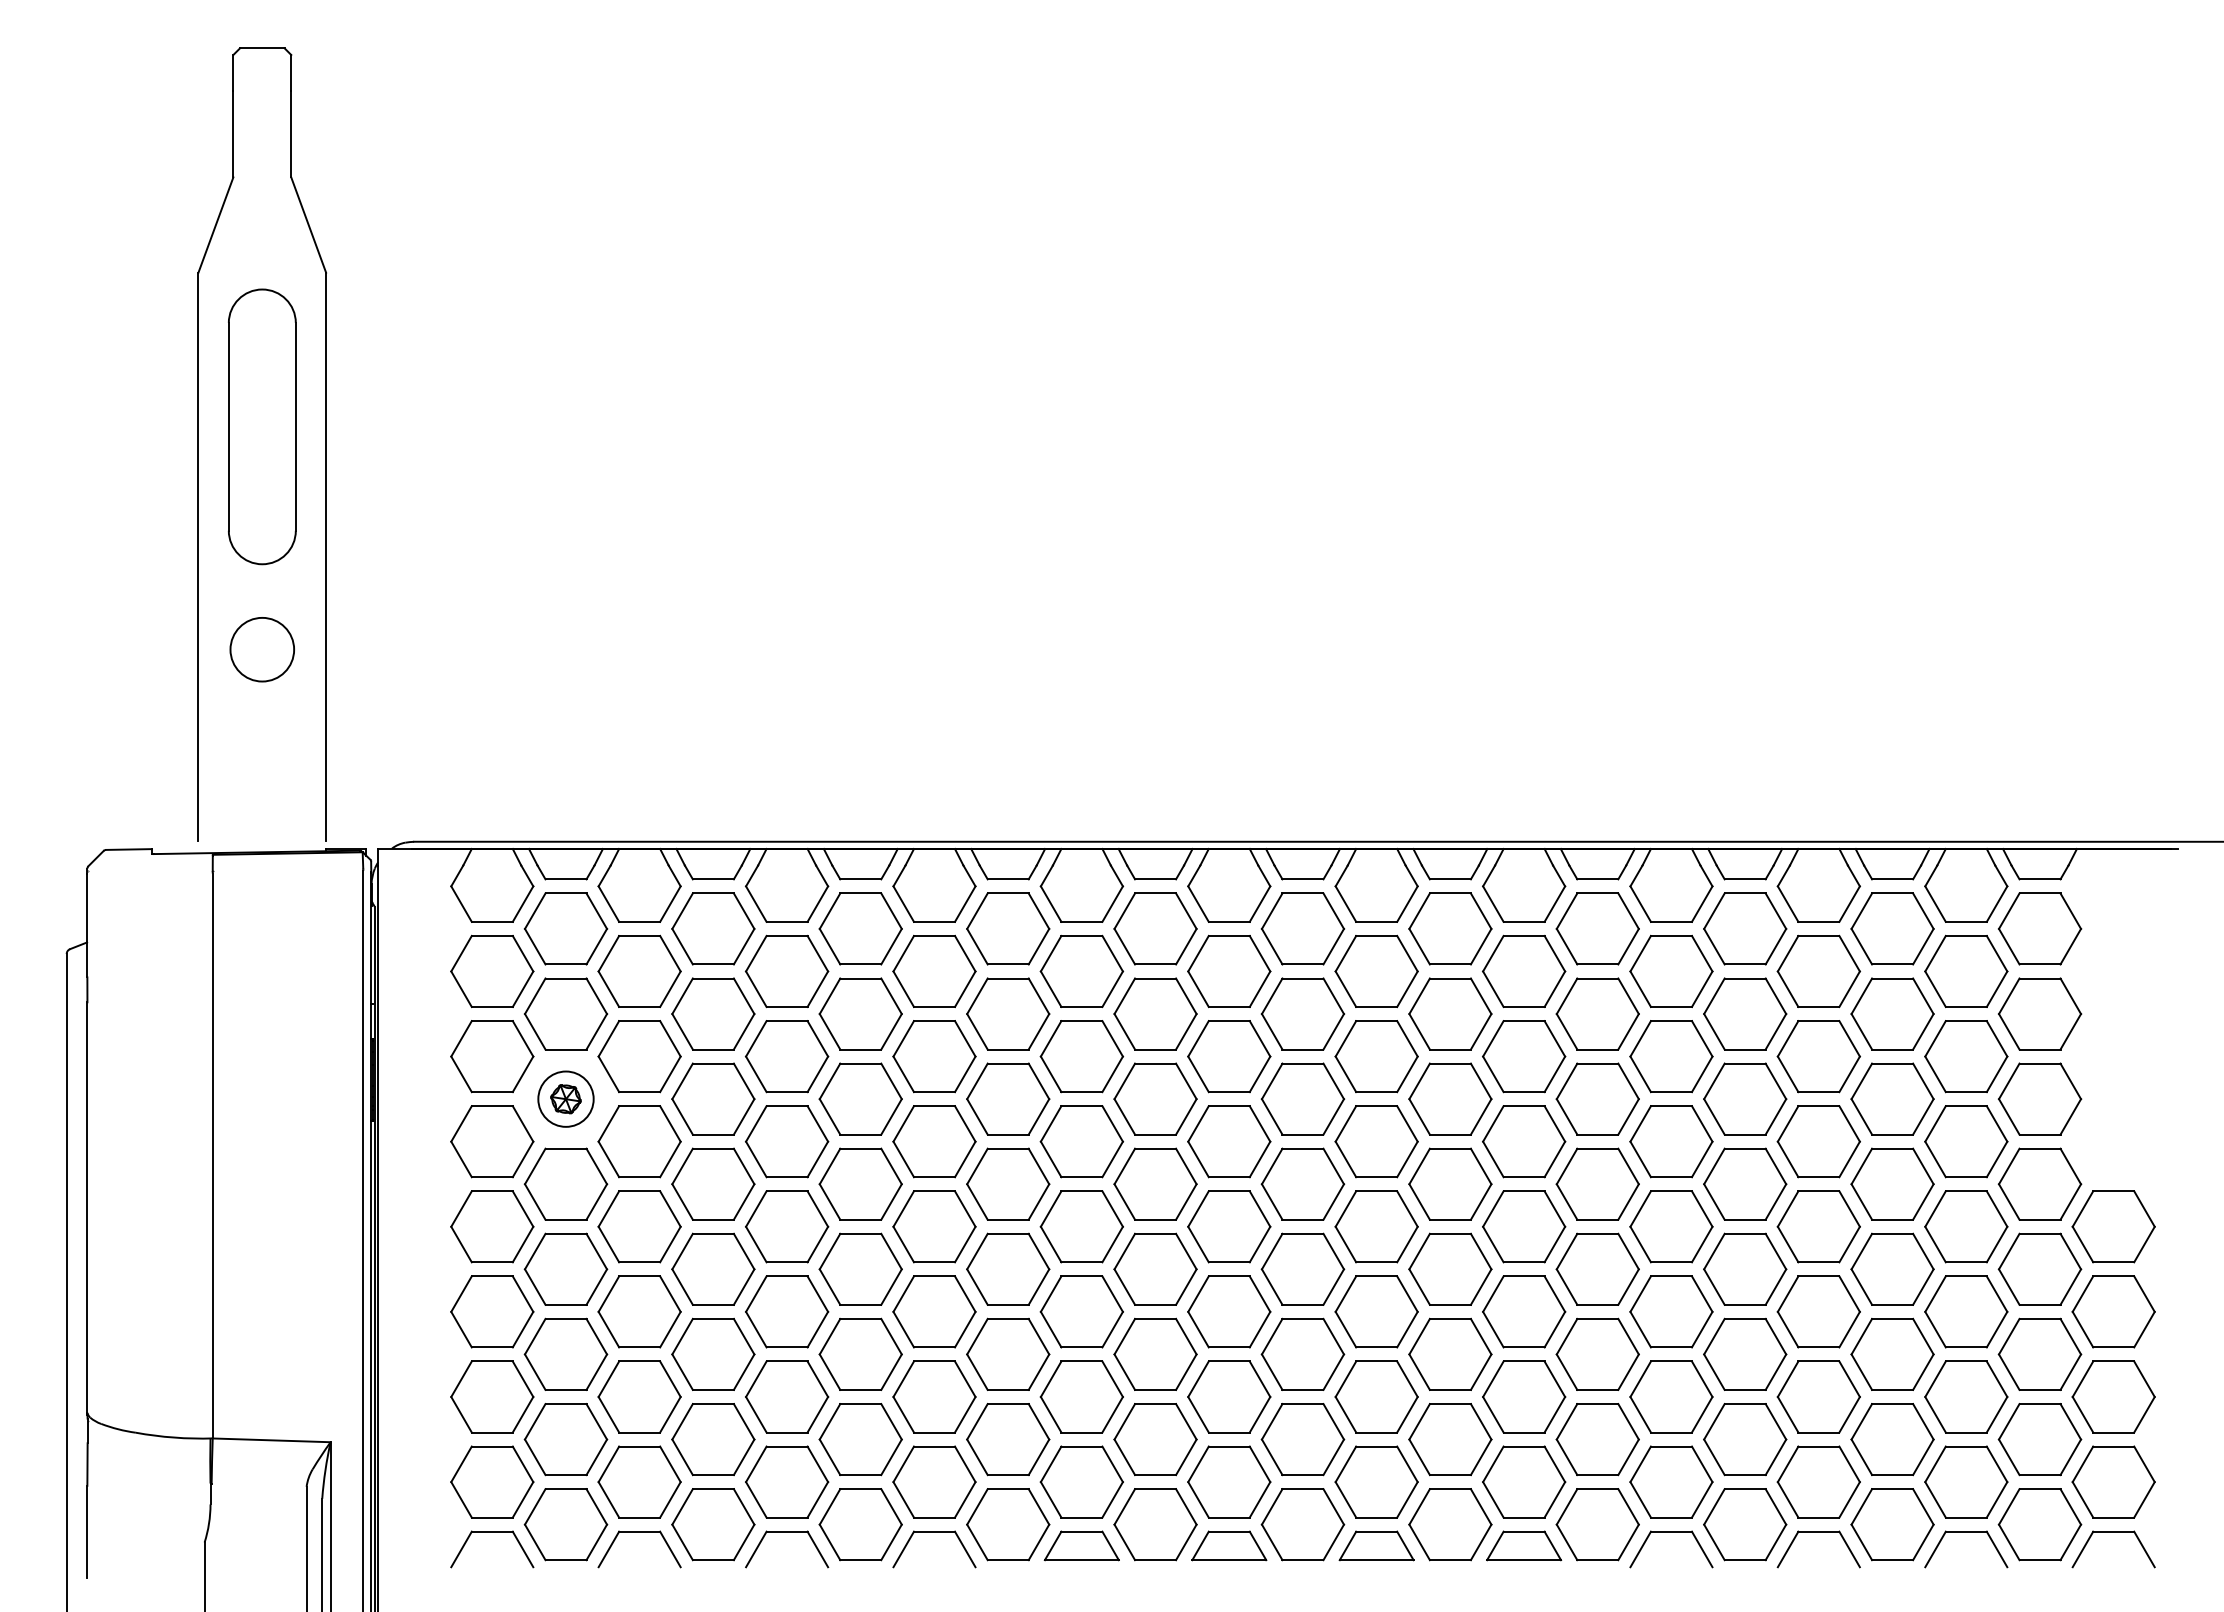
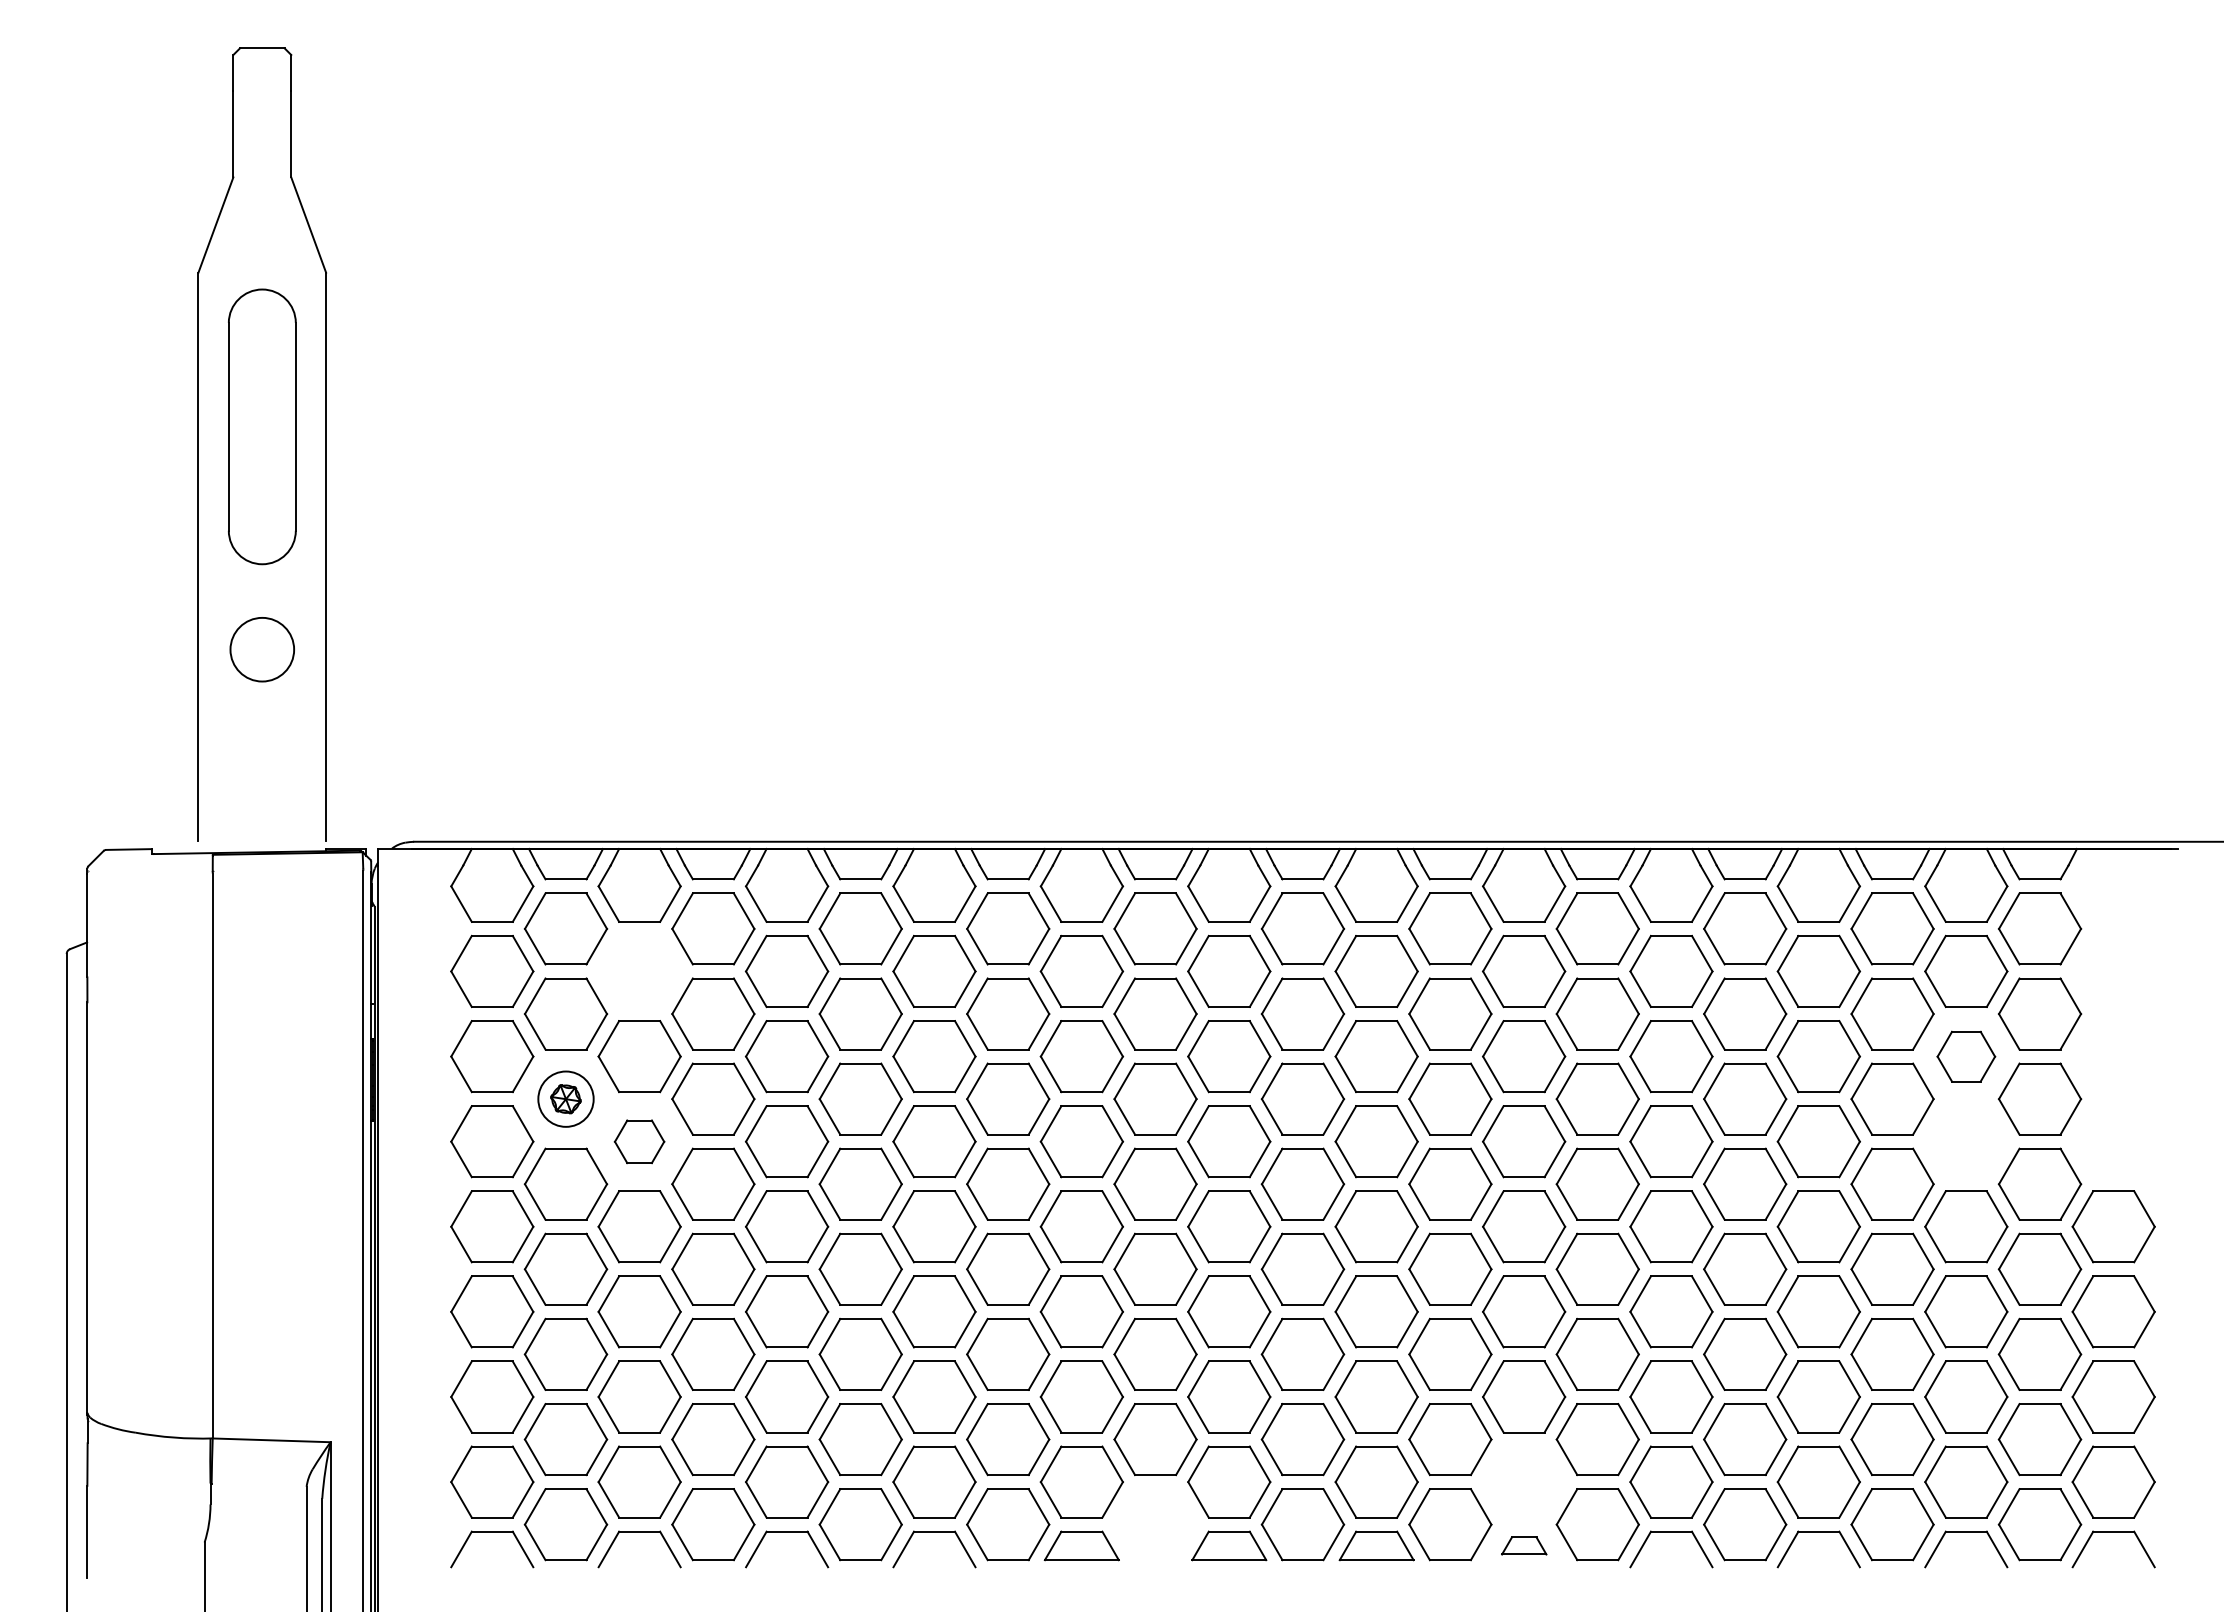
part at (639, 970): present -> none
part at (1966, 1056) size: 85x74 px -> 61x53 px
part at (639, 1141) size: 85x74 px -> 53x46 px
part at (1966, 1141): present -> none
part at (1524, 1481): present -> none
part at (1155, 1524): present -> none
part at (1524, 1545) size: 77x32 px -> 47x20 px
